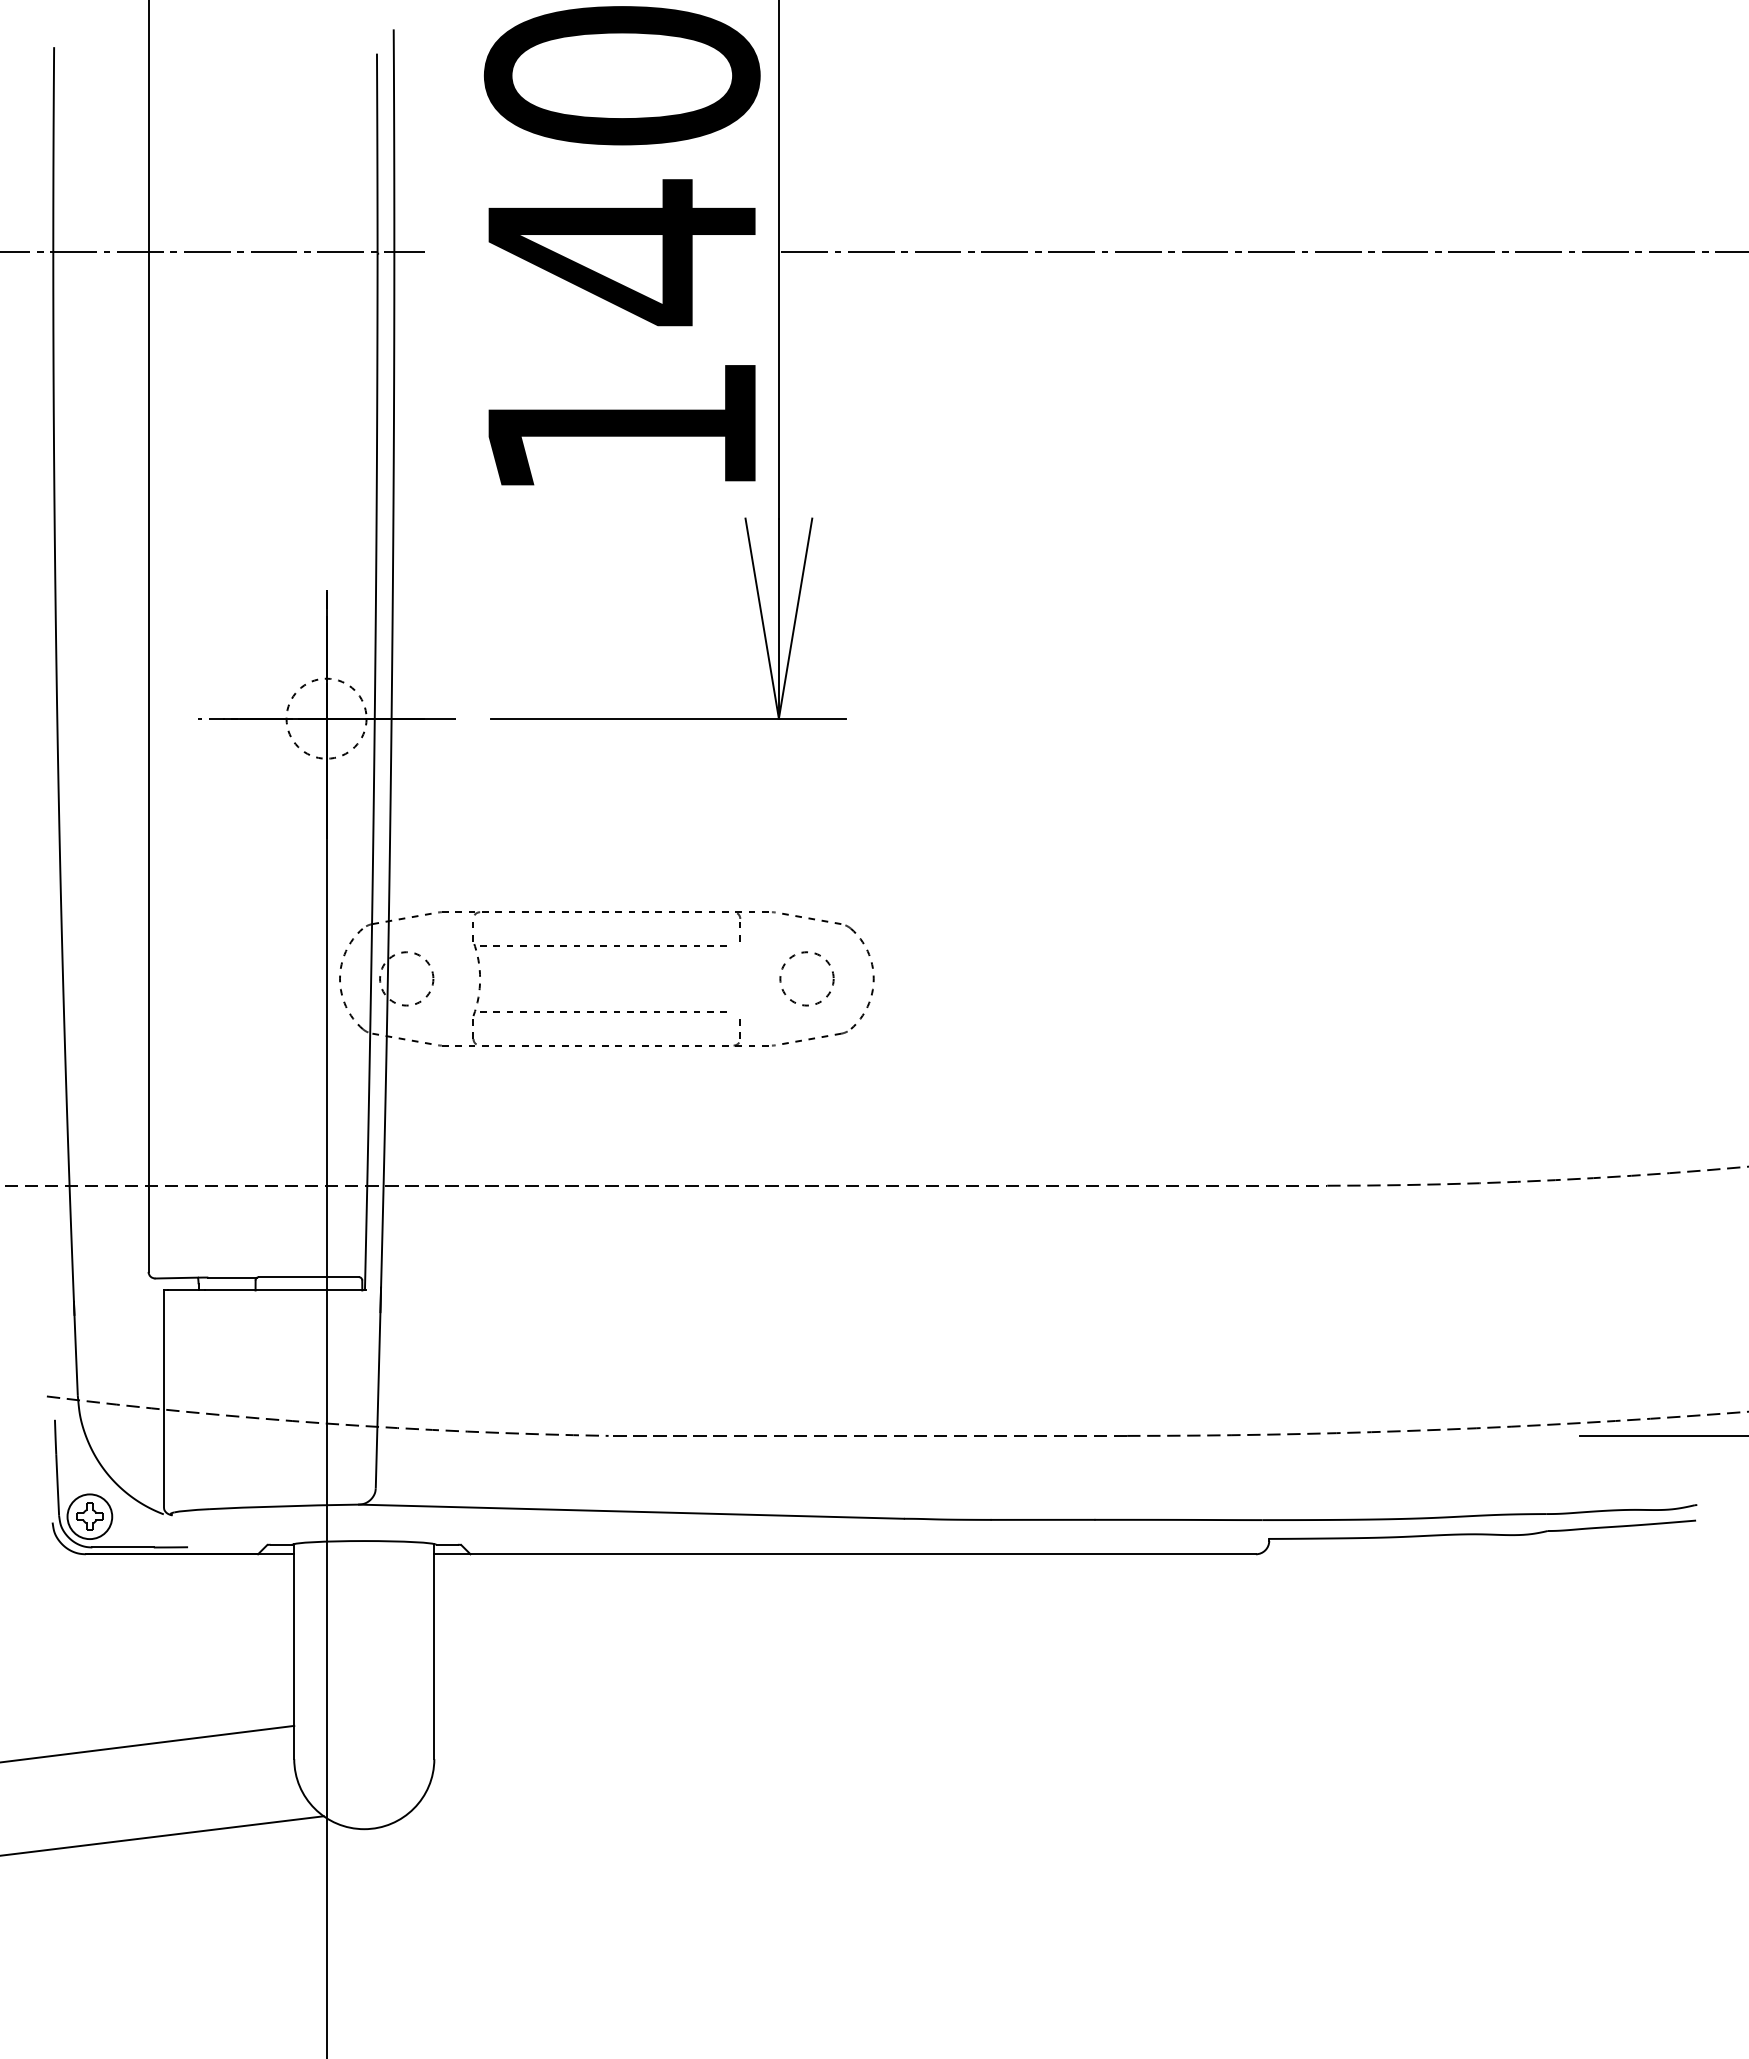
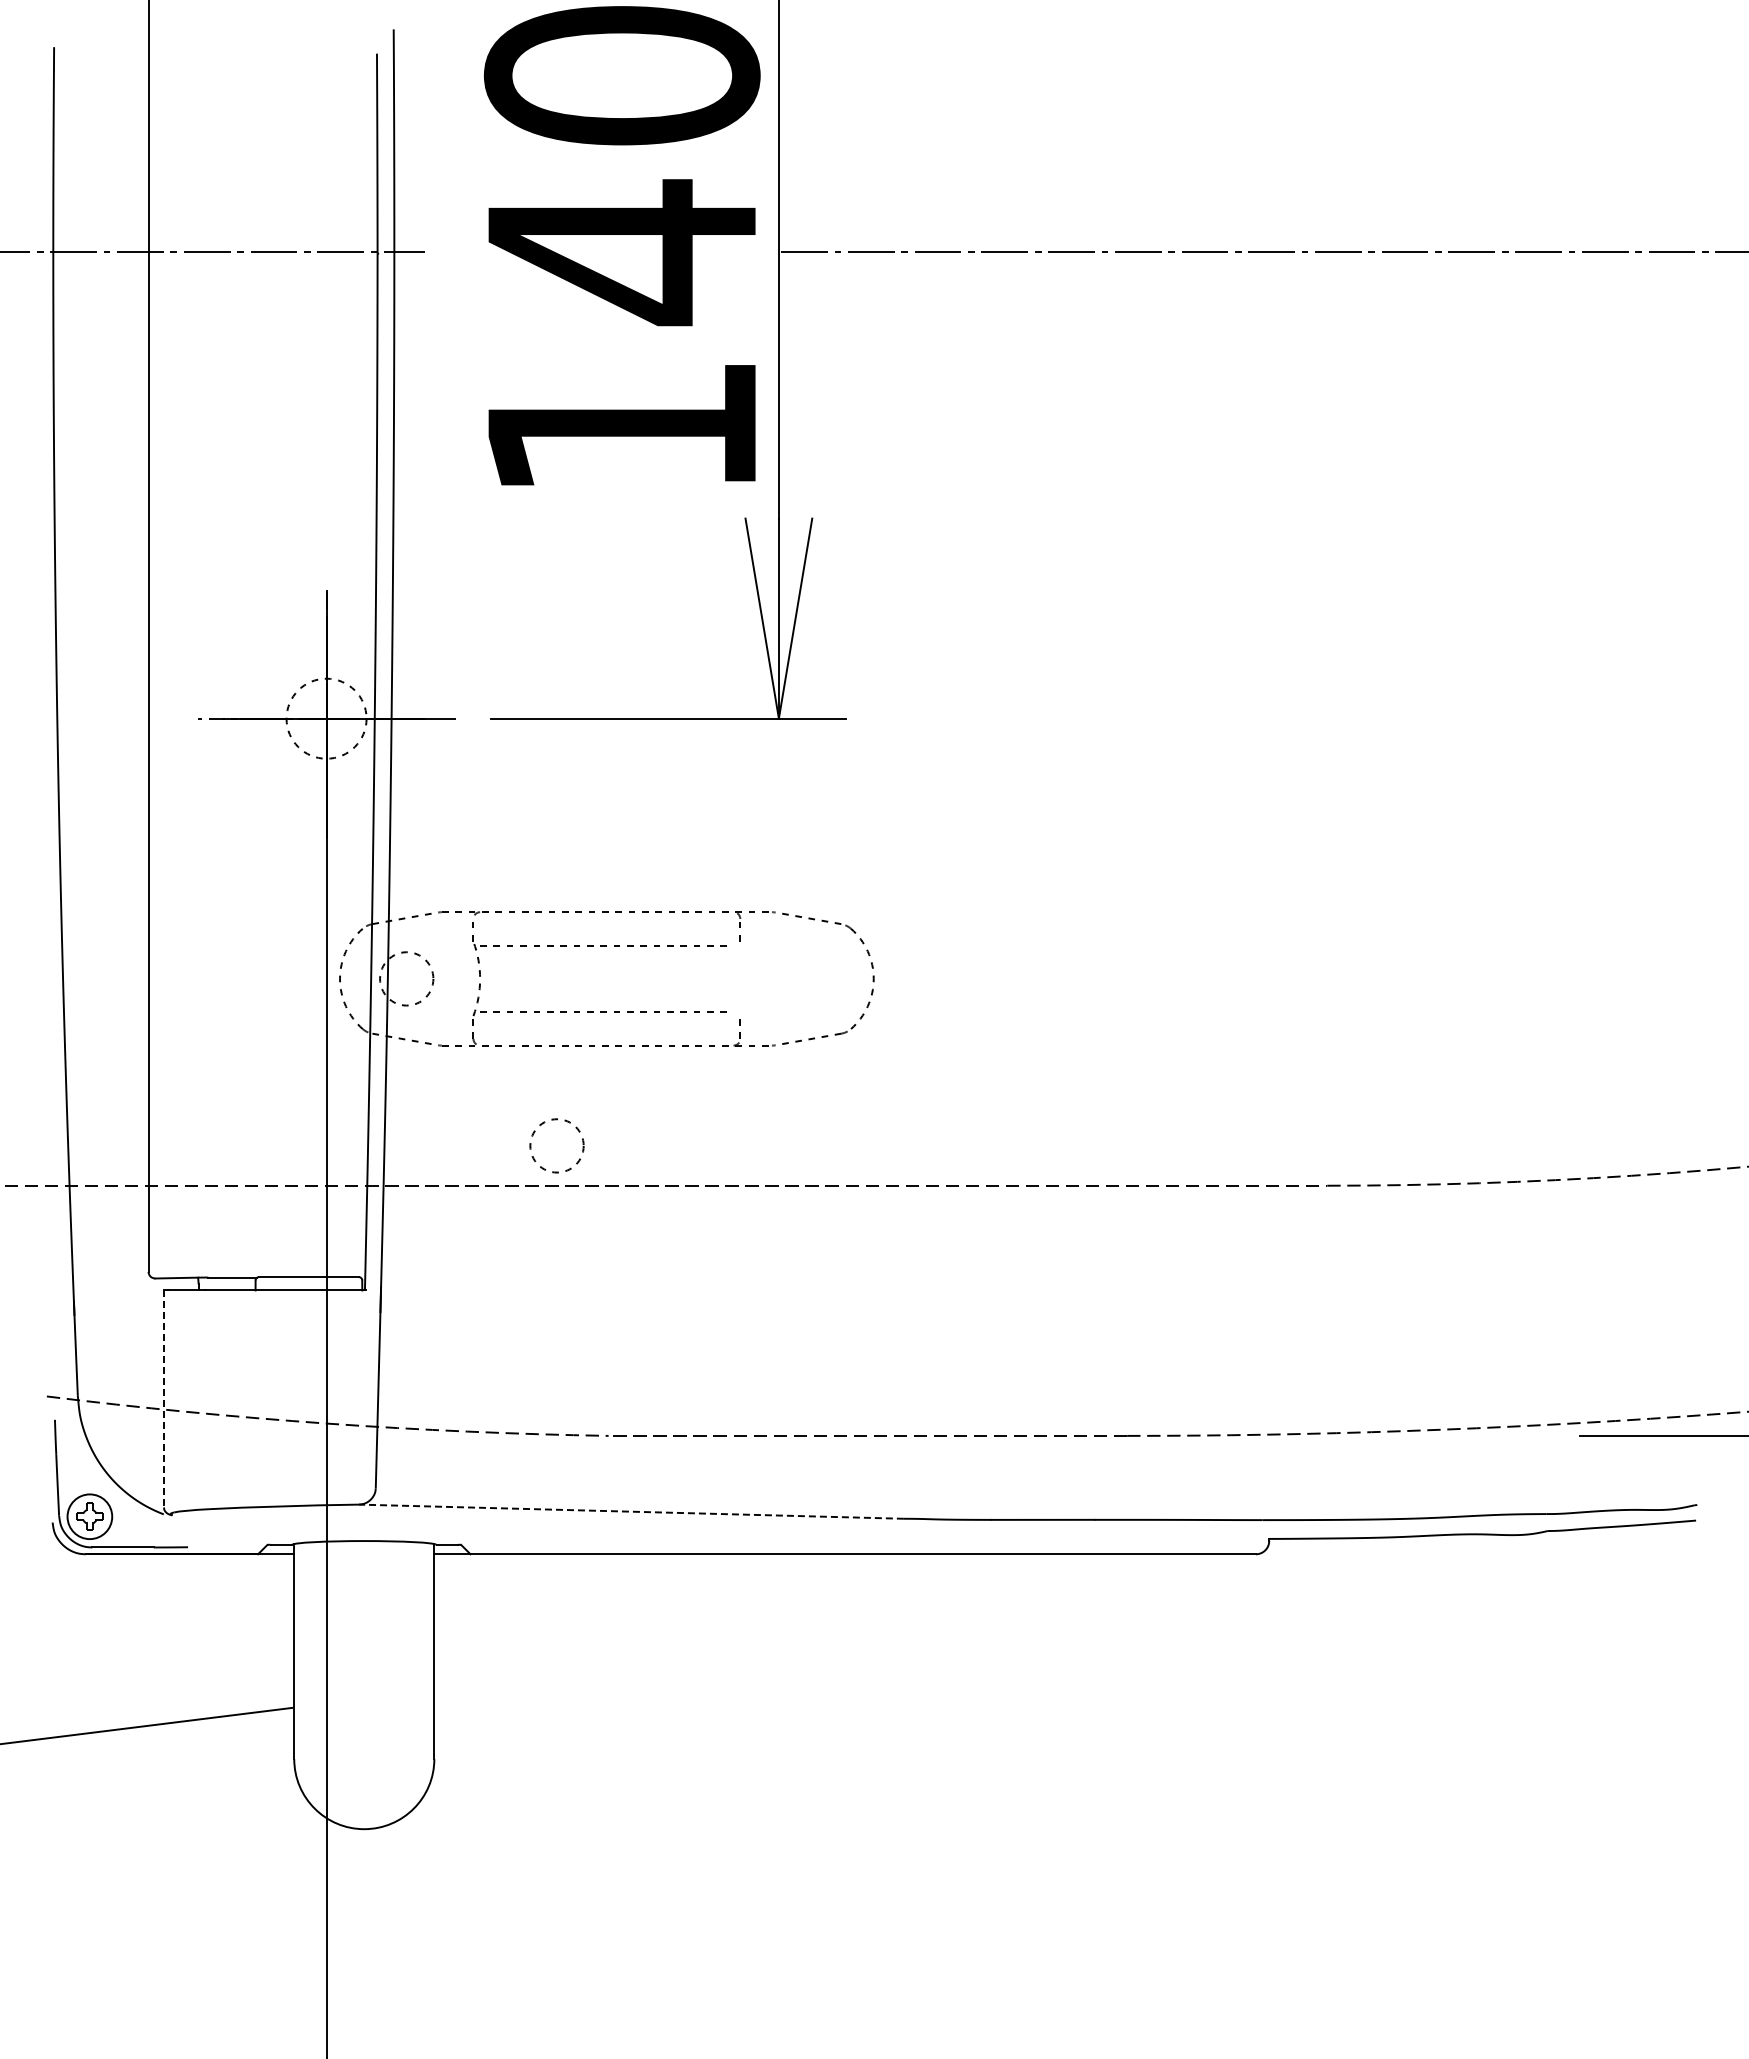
circle at (806, 978) position: (806, 978) -> (556, 1145)
line at (164, 1399): solid -> dashed
line at (631, 1511): solid -> dashed
line at (148, 1743) position: (148, 1743) -> (147, 1725)
line at (162, 1835): present -> none
